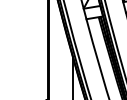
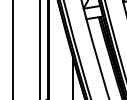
line at (13, 49): none -> present
line at (39, 49): none -> present
